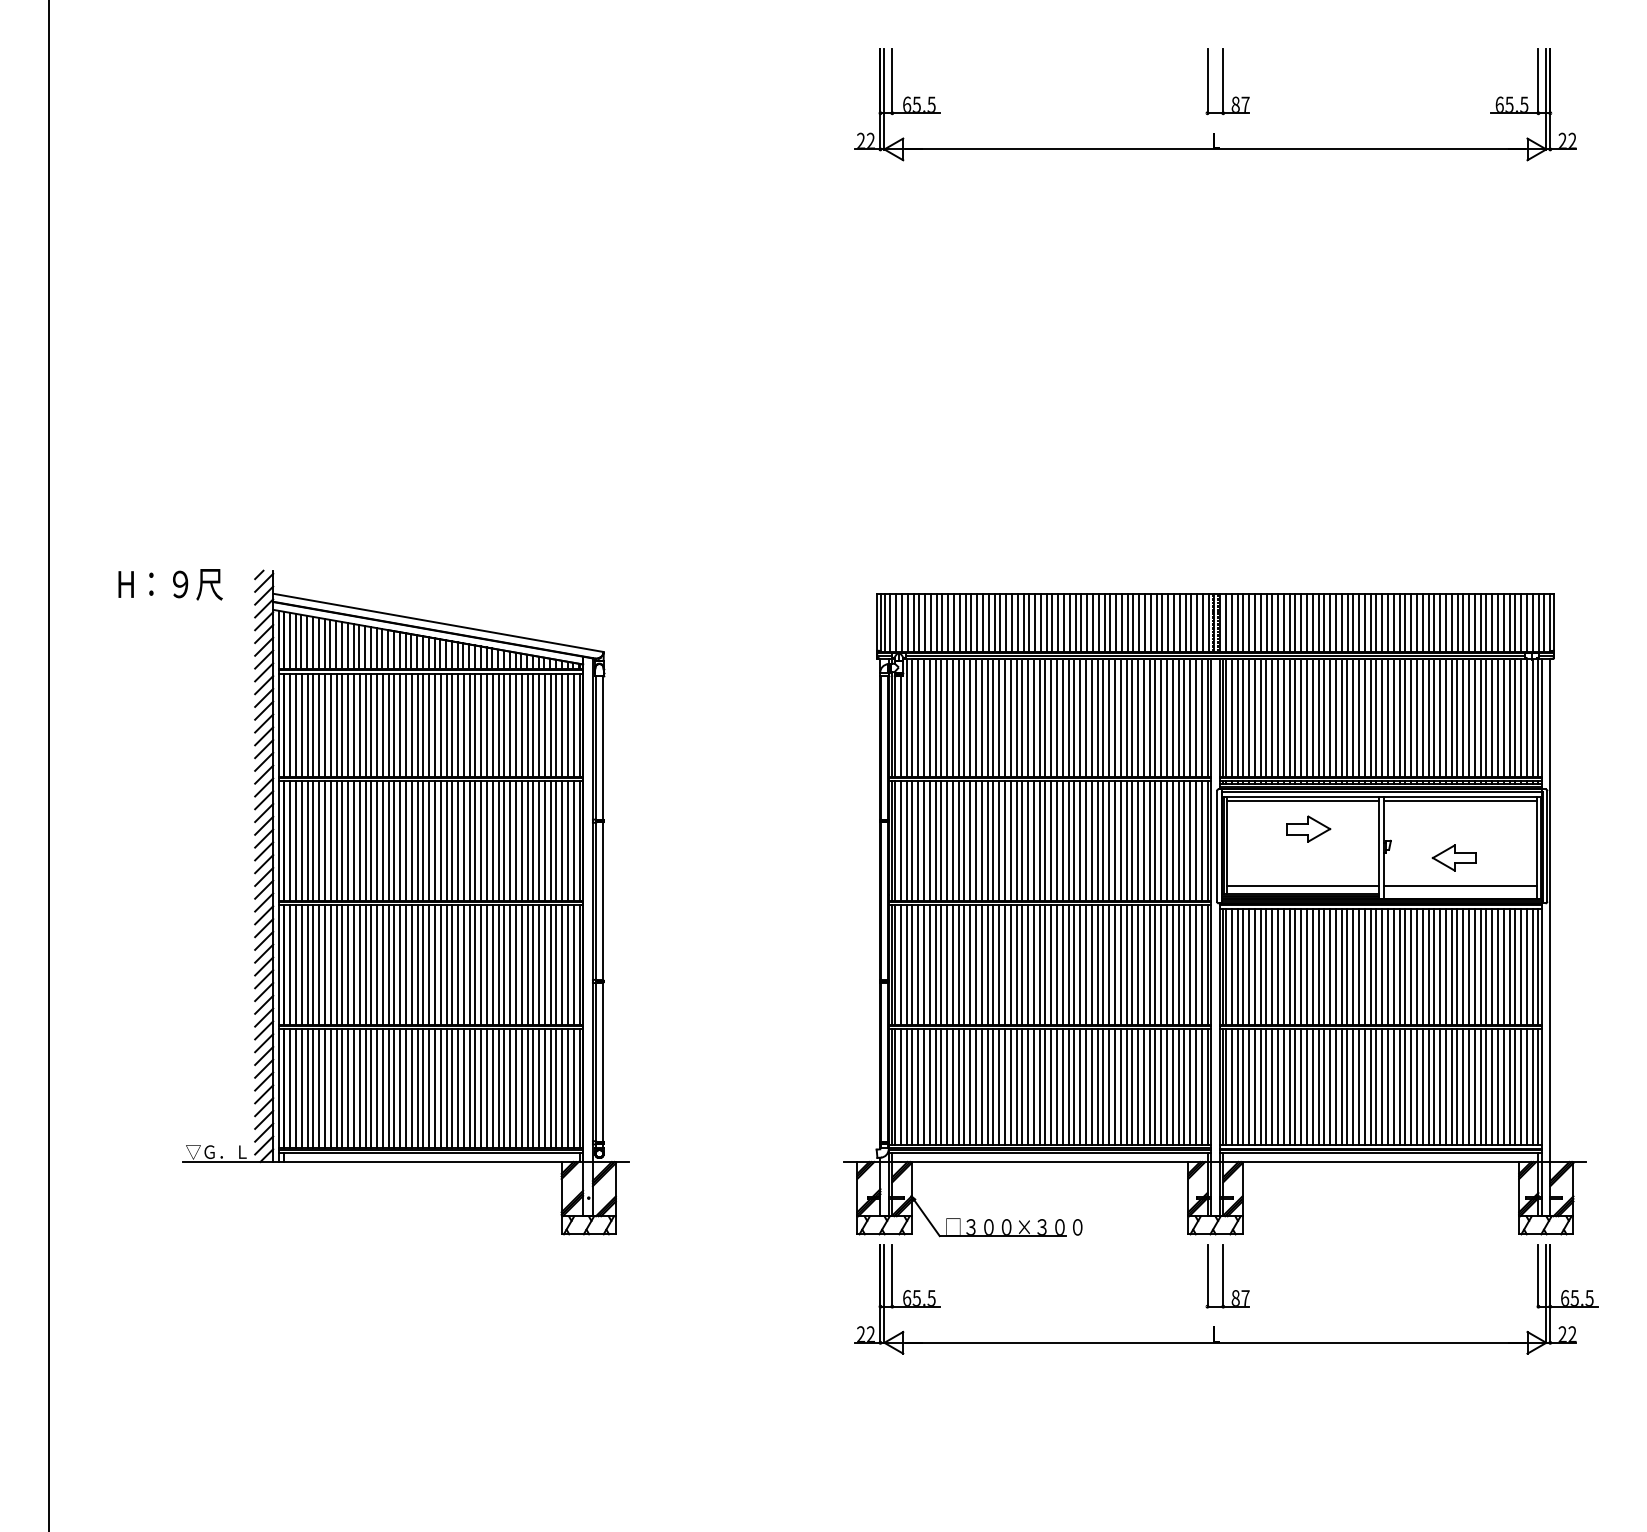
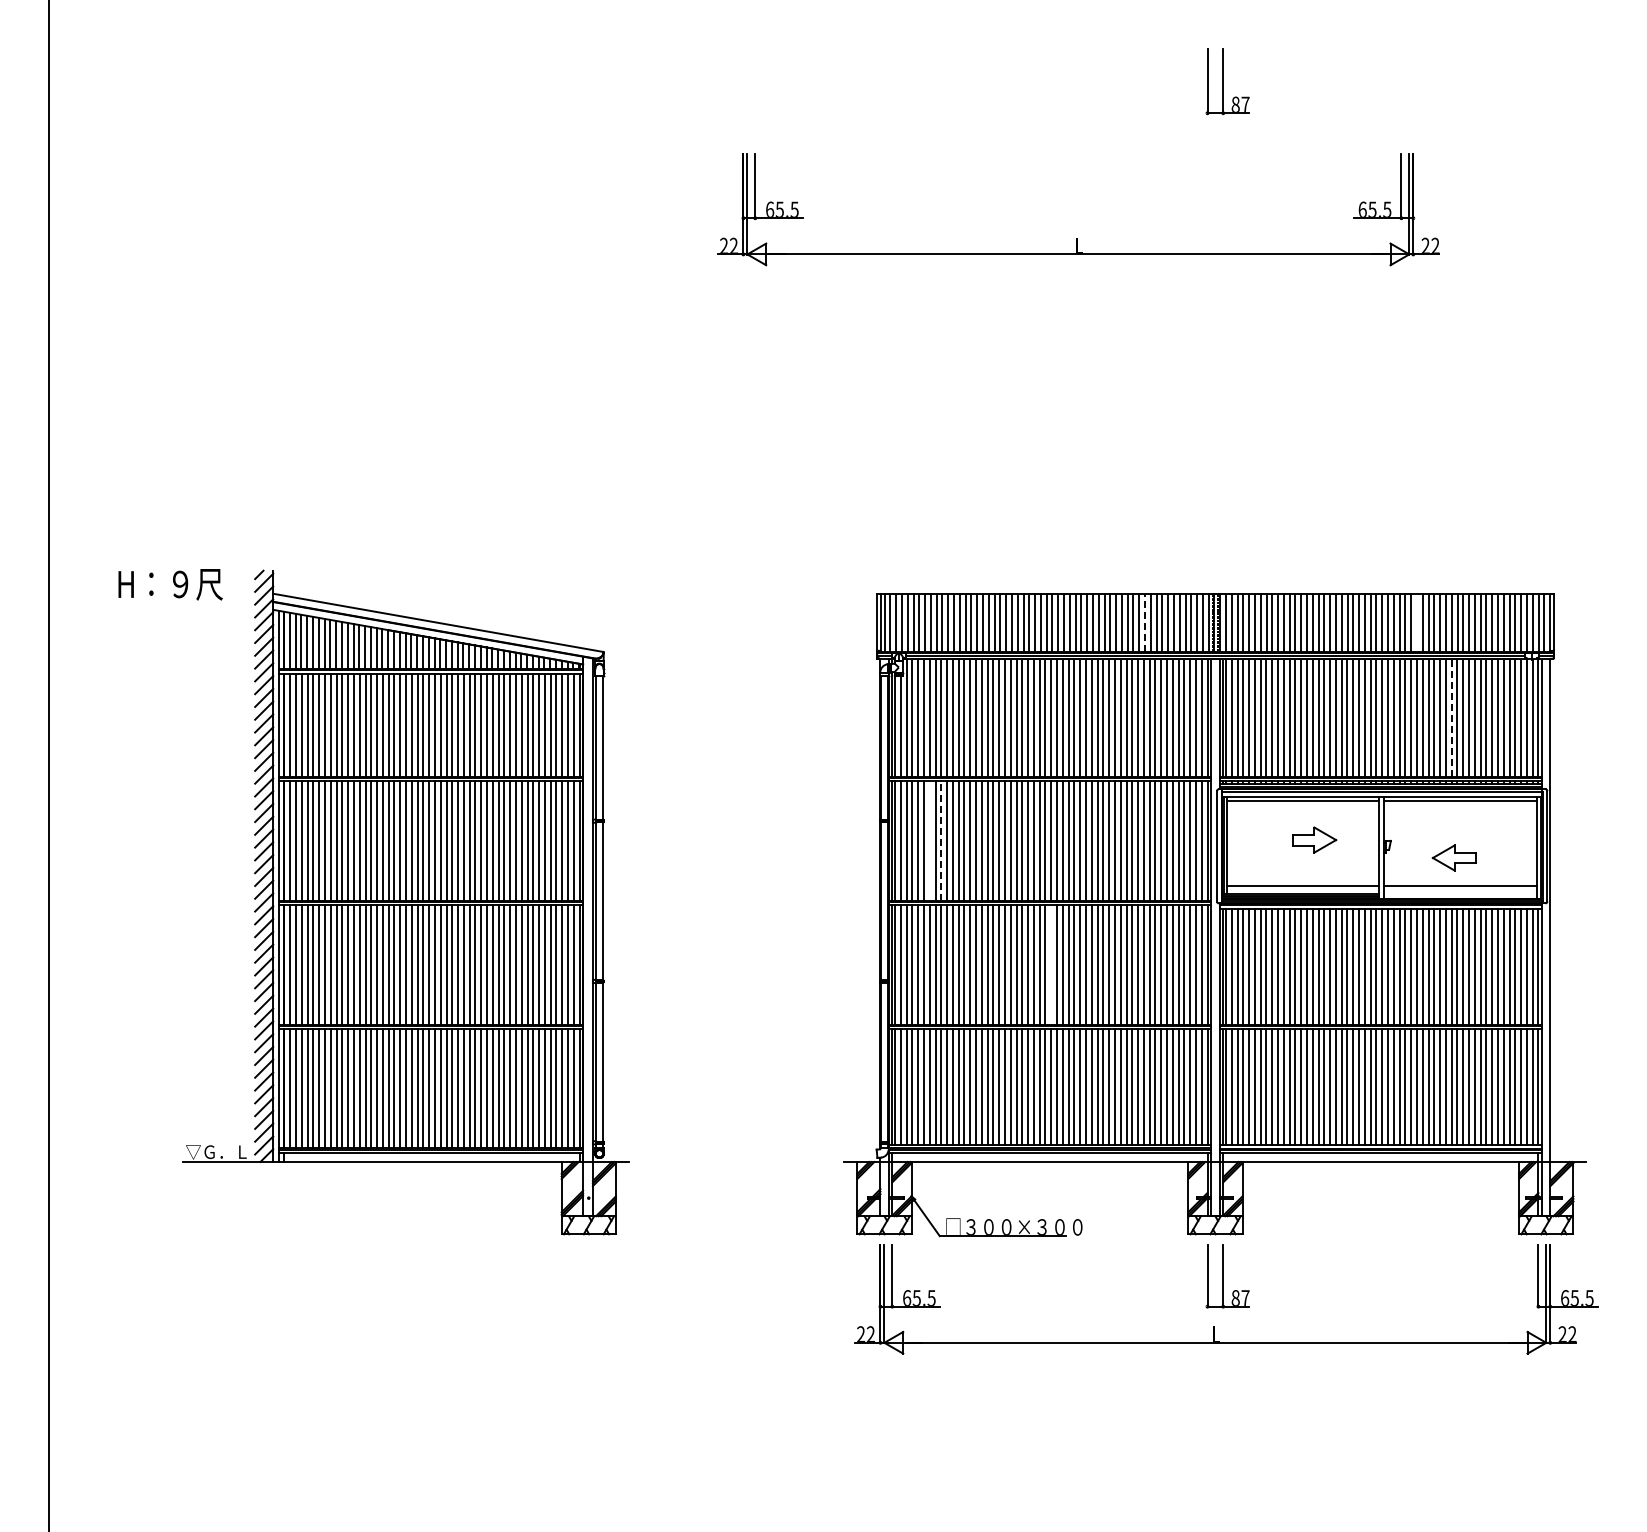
part at (1214, 133) position: (1214, 133) -> (1077, 238)
line at (1416, 622): present -> none
line at (1145, 623): solid -> dashed
line at (1451, 717): solid -> dashed
part at (1308, 828) position: (1308, 828) -> (1314, 839)
line at (929, 840): present -> none
line at (941, 841): solid -> dashed
line at (1051, 964): present -> none
